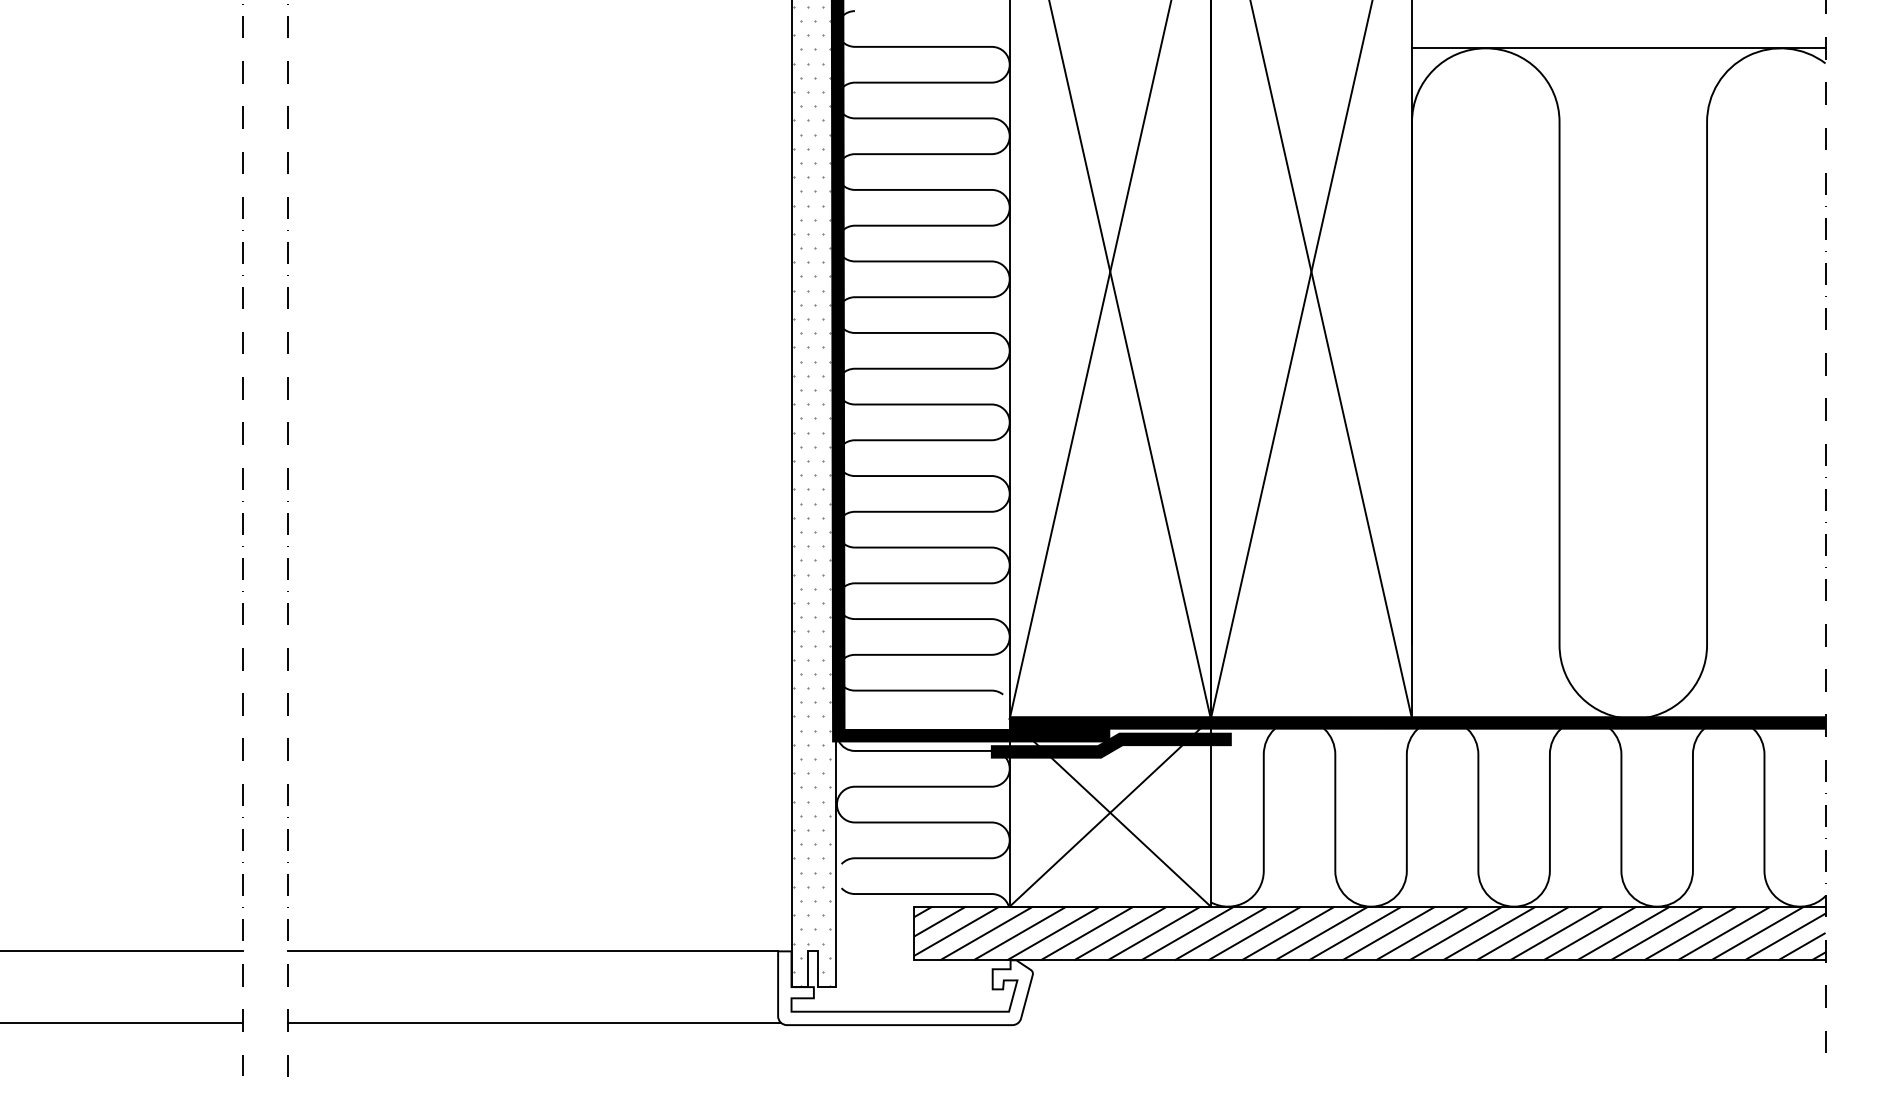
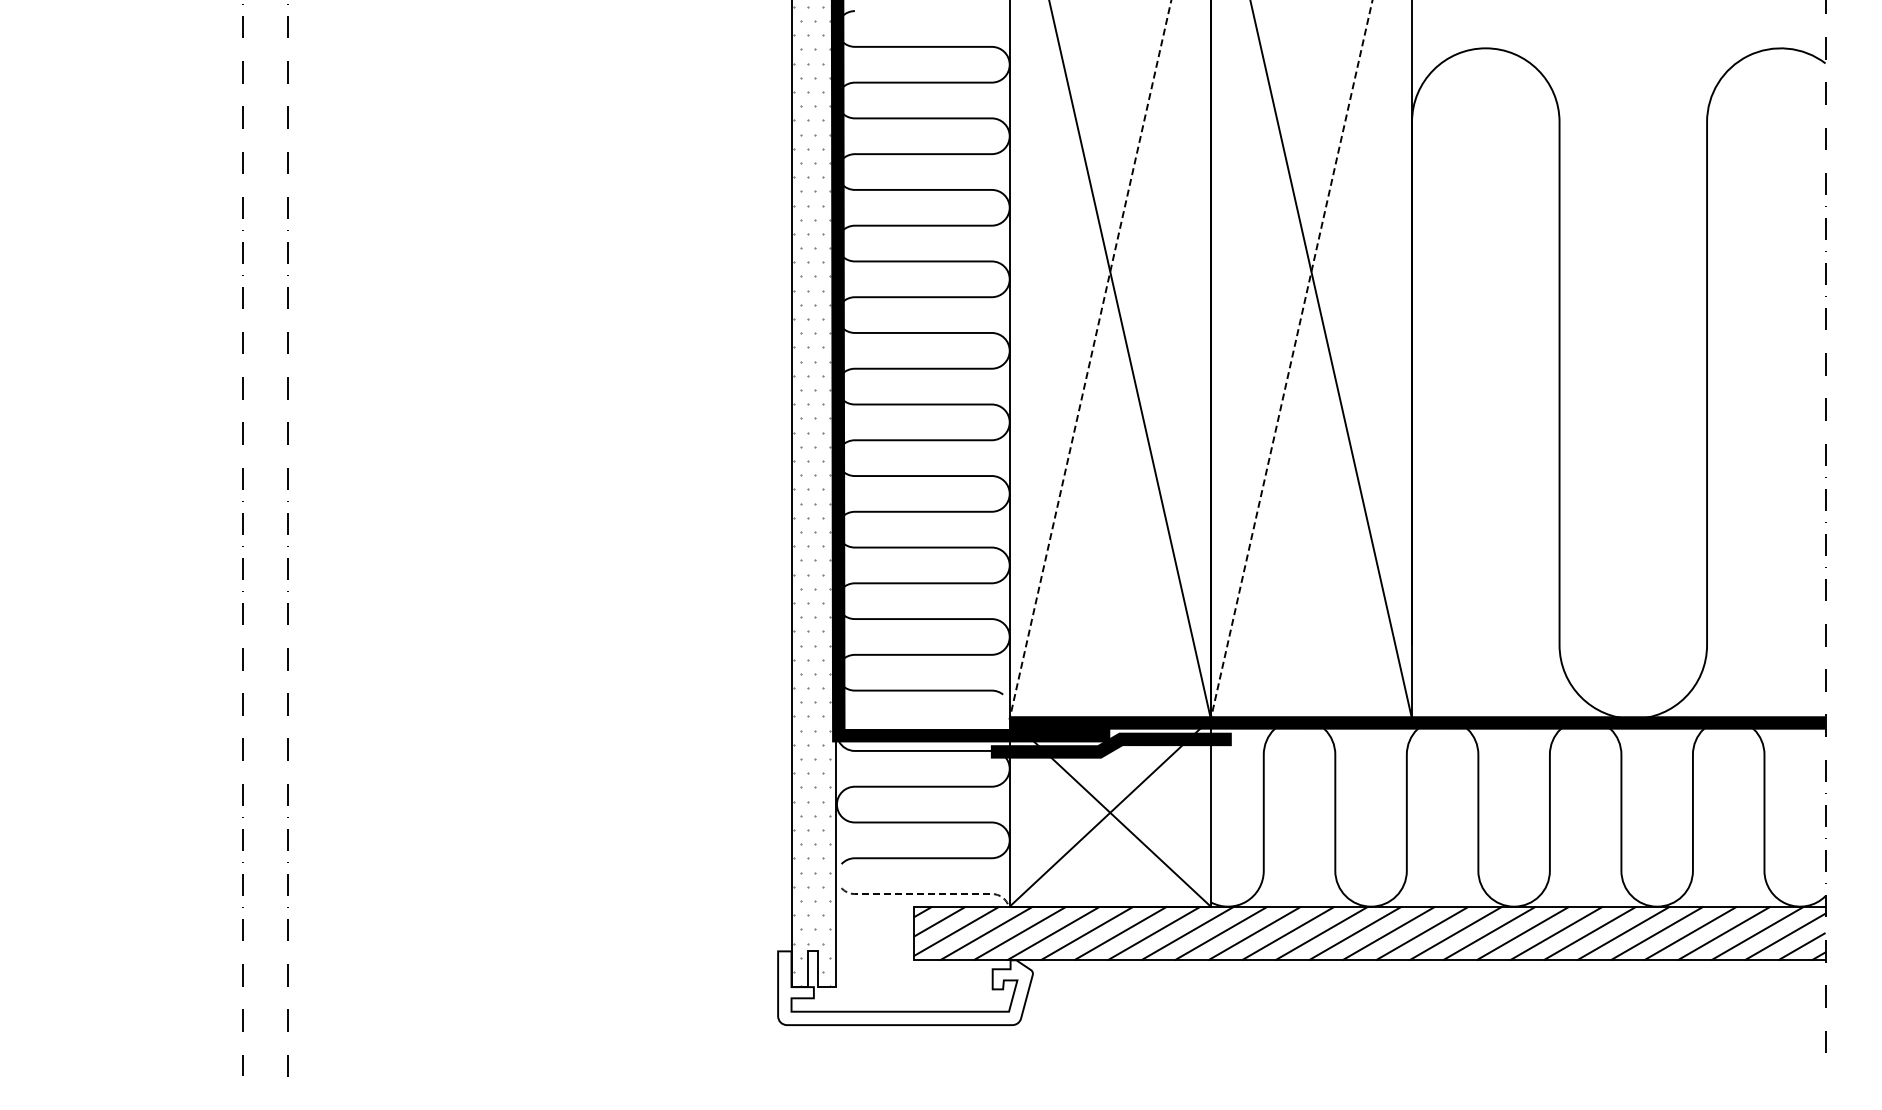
line at (1618, 48): present -> none
line at (1090, 360): solid -> dashed
line at (1291, 360): solid -> dashed
line at (929, 894): solid -> dashed
line at (122, 951): present -> none
line at (532, 951): present -> none
line at (122, 1022): present -> none
line at (534, 1022): present -> none
